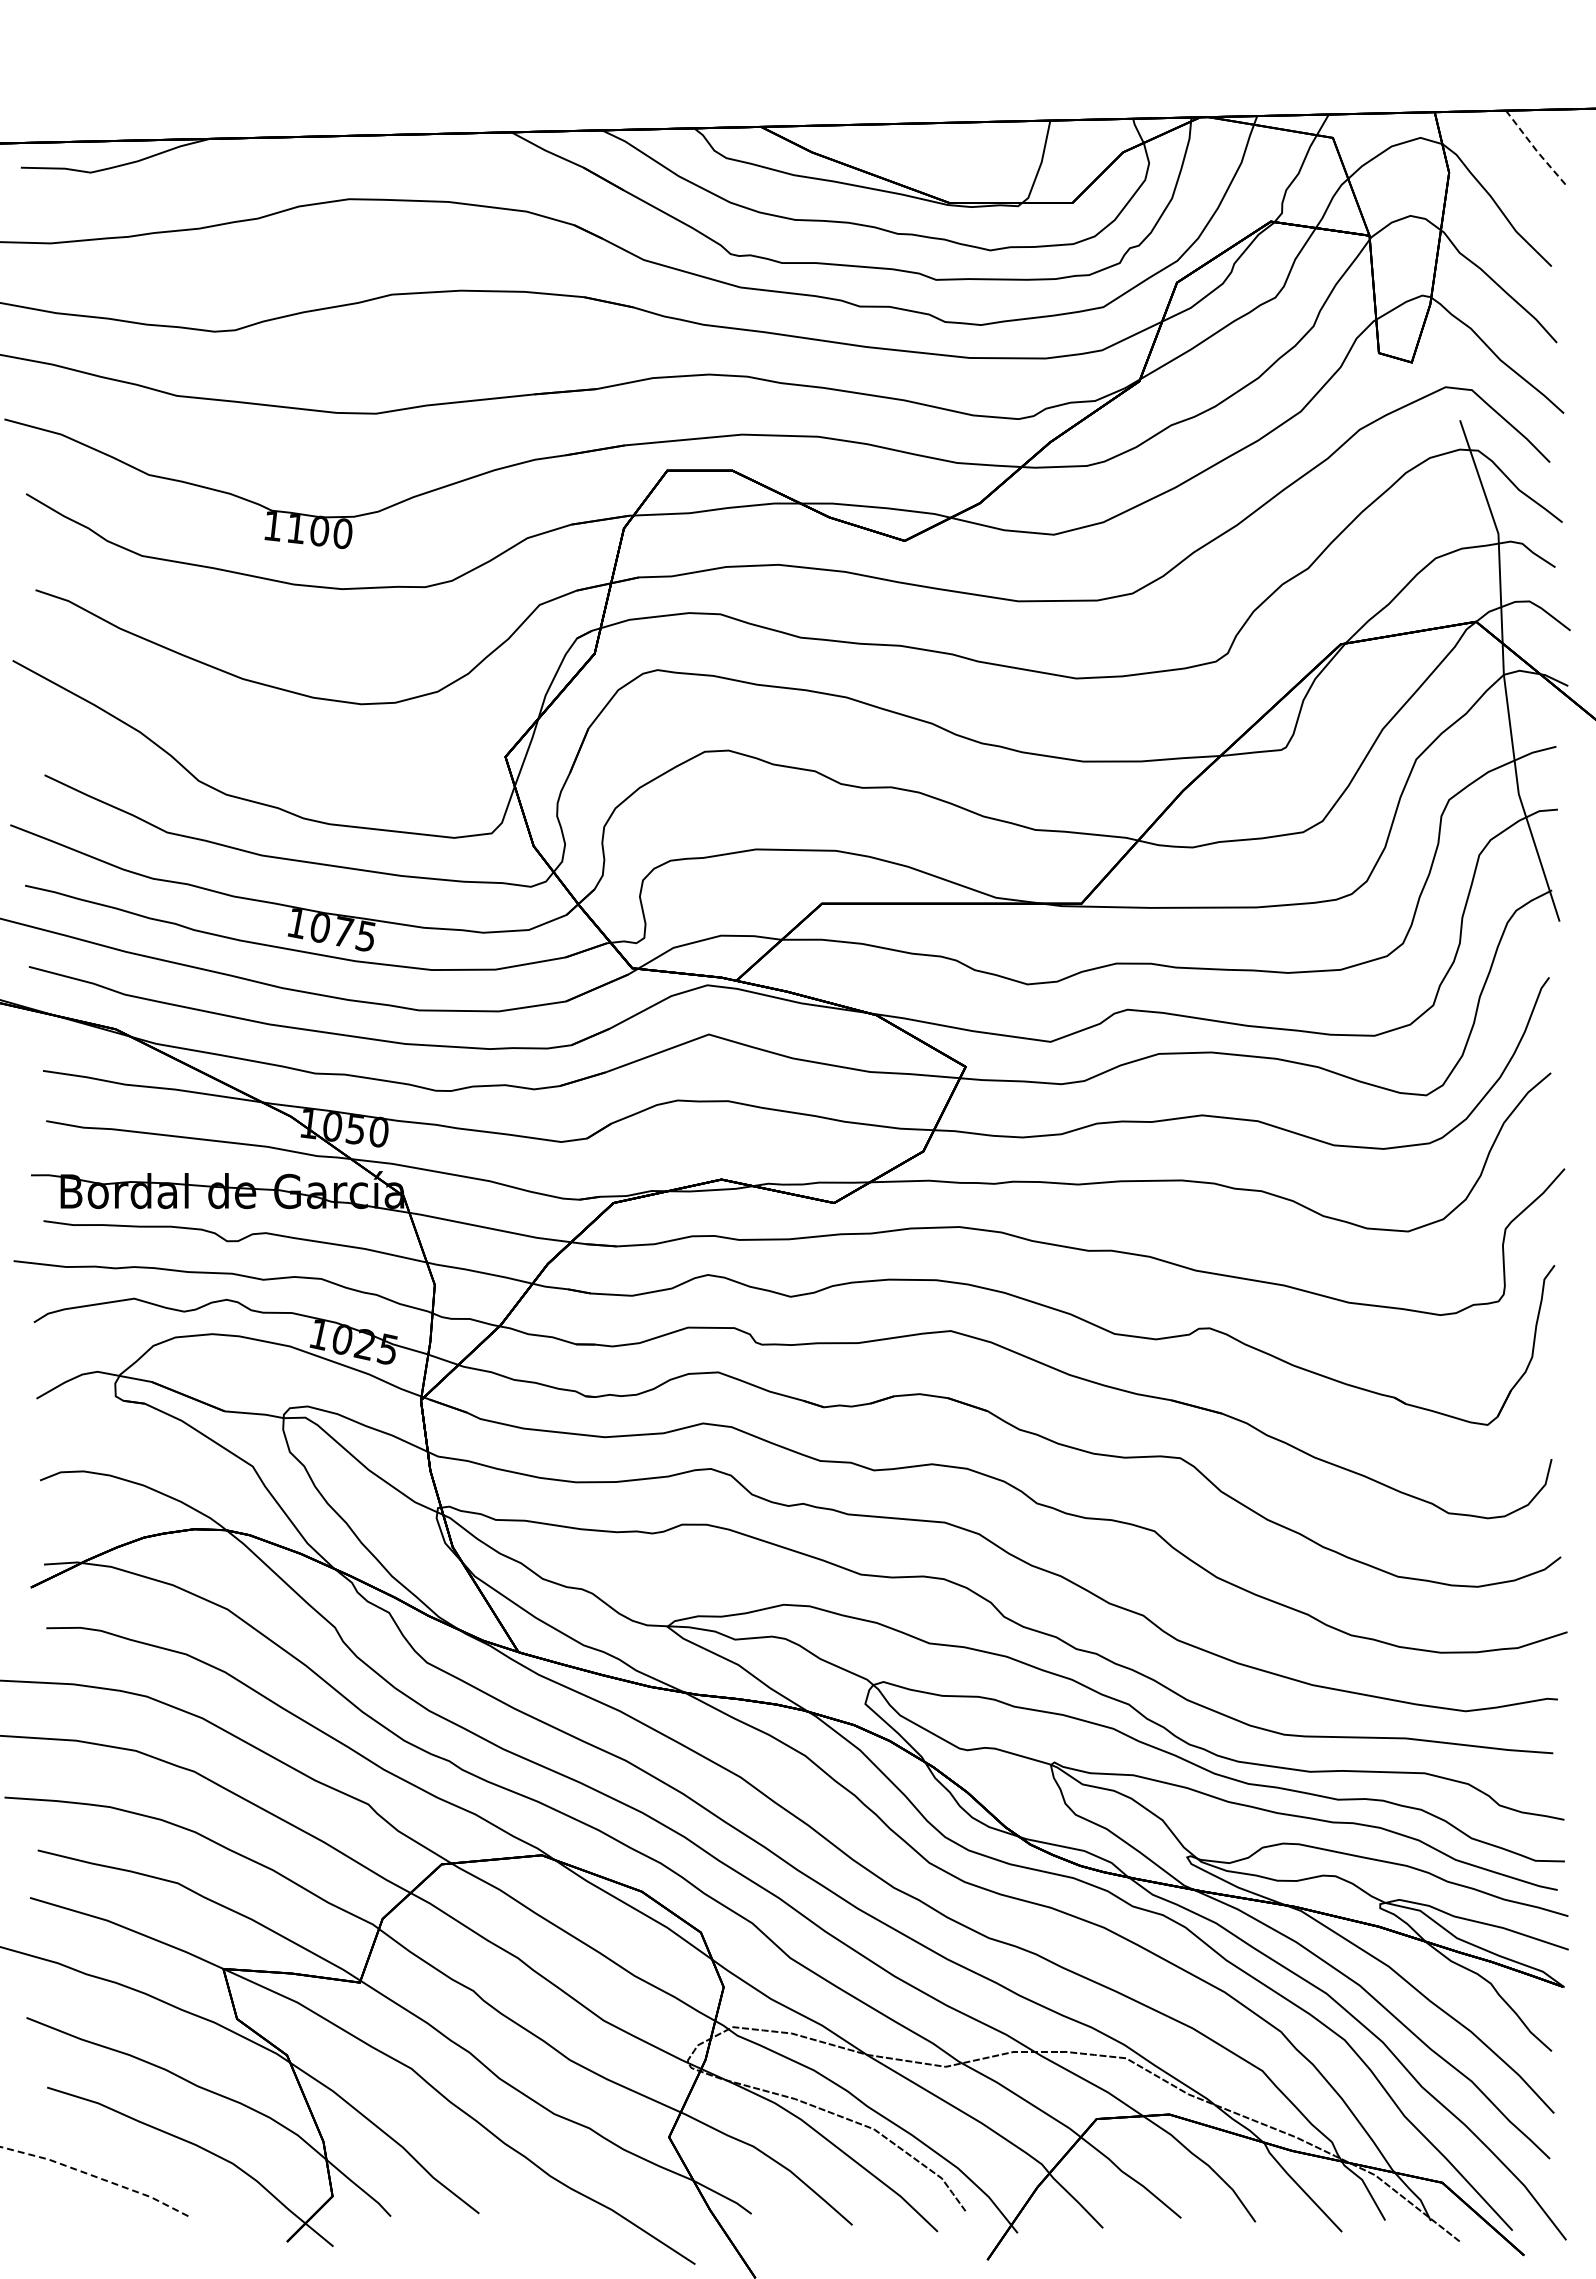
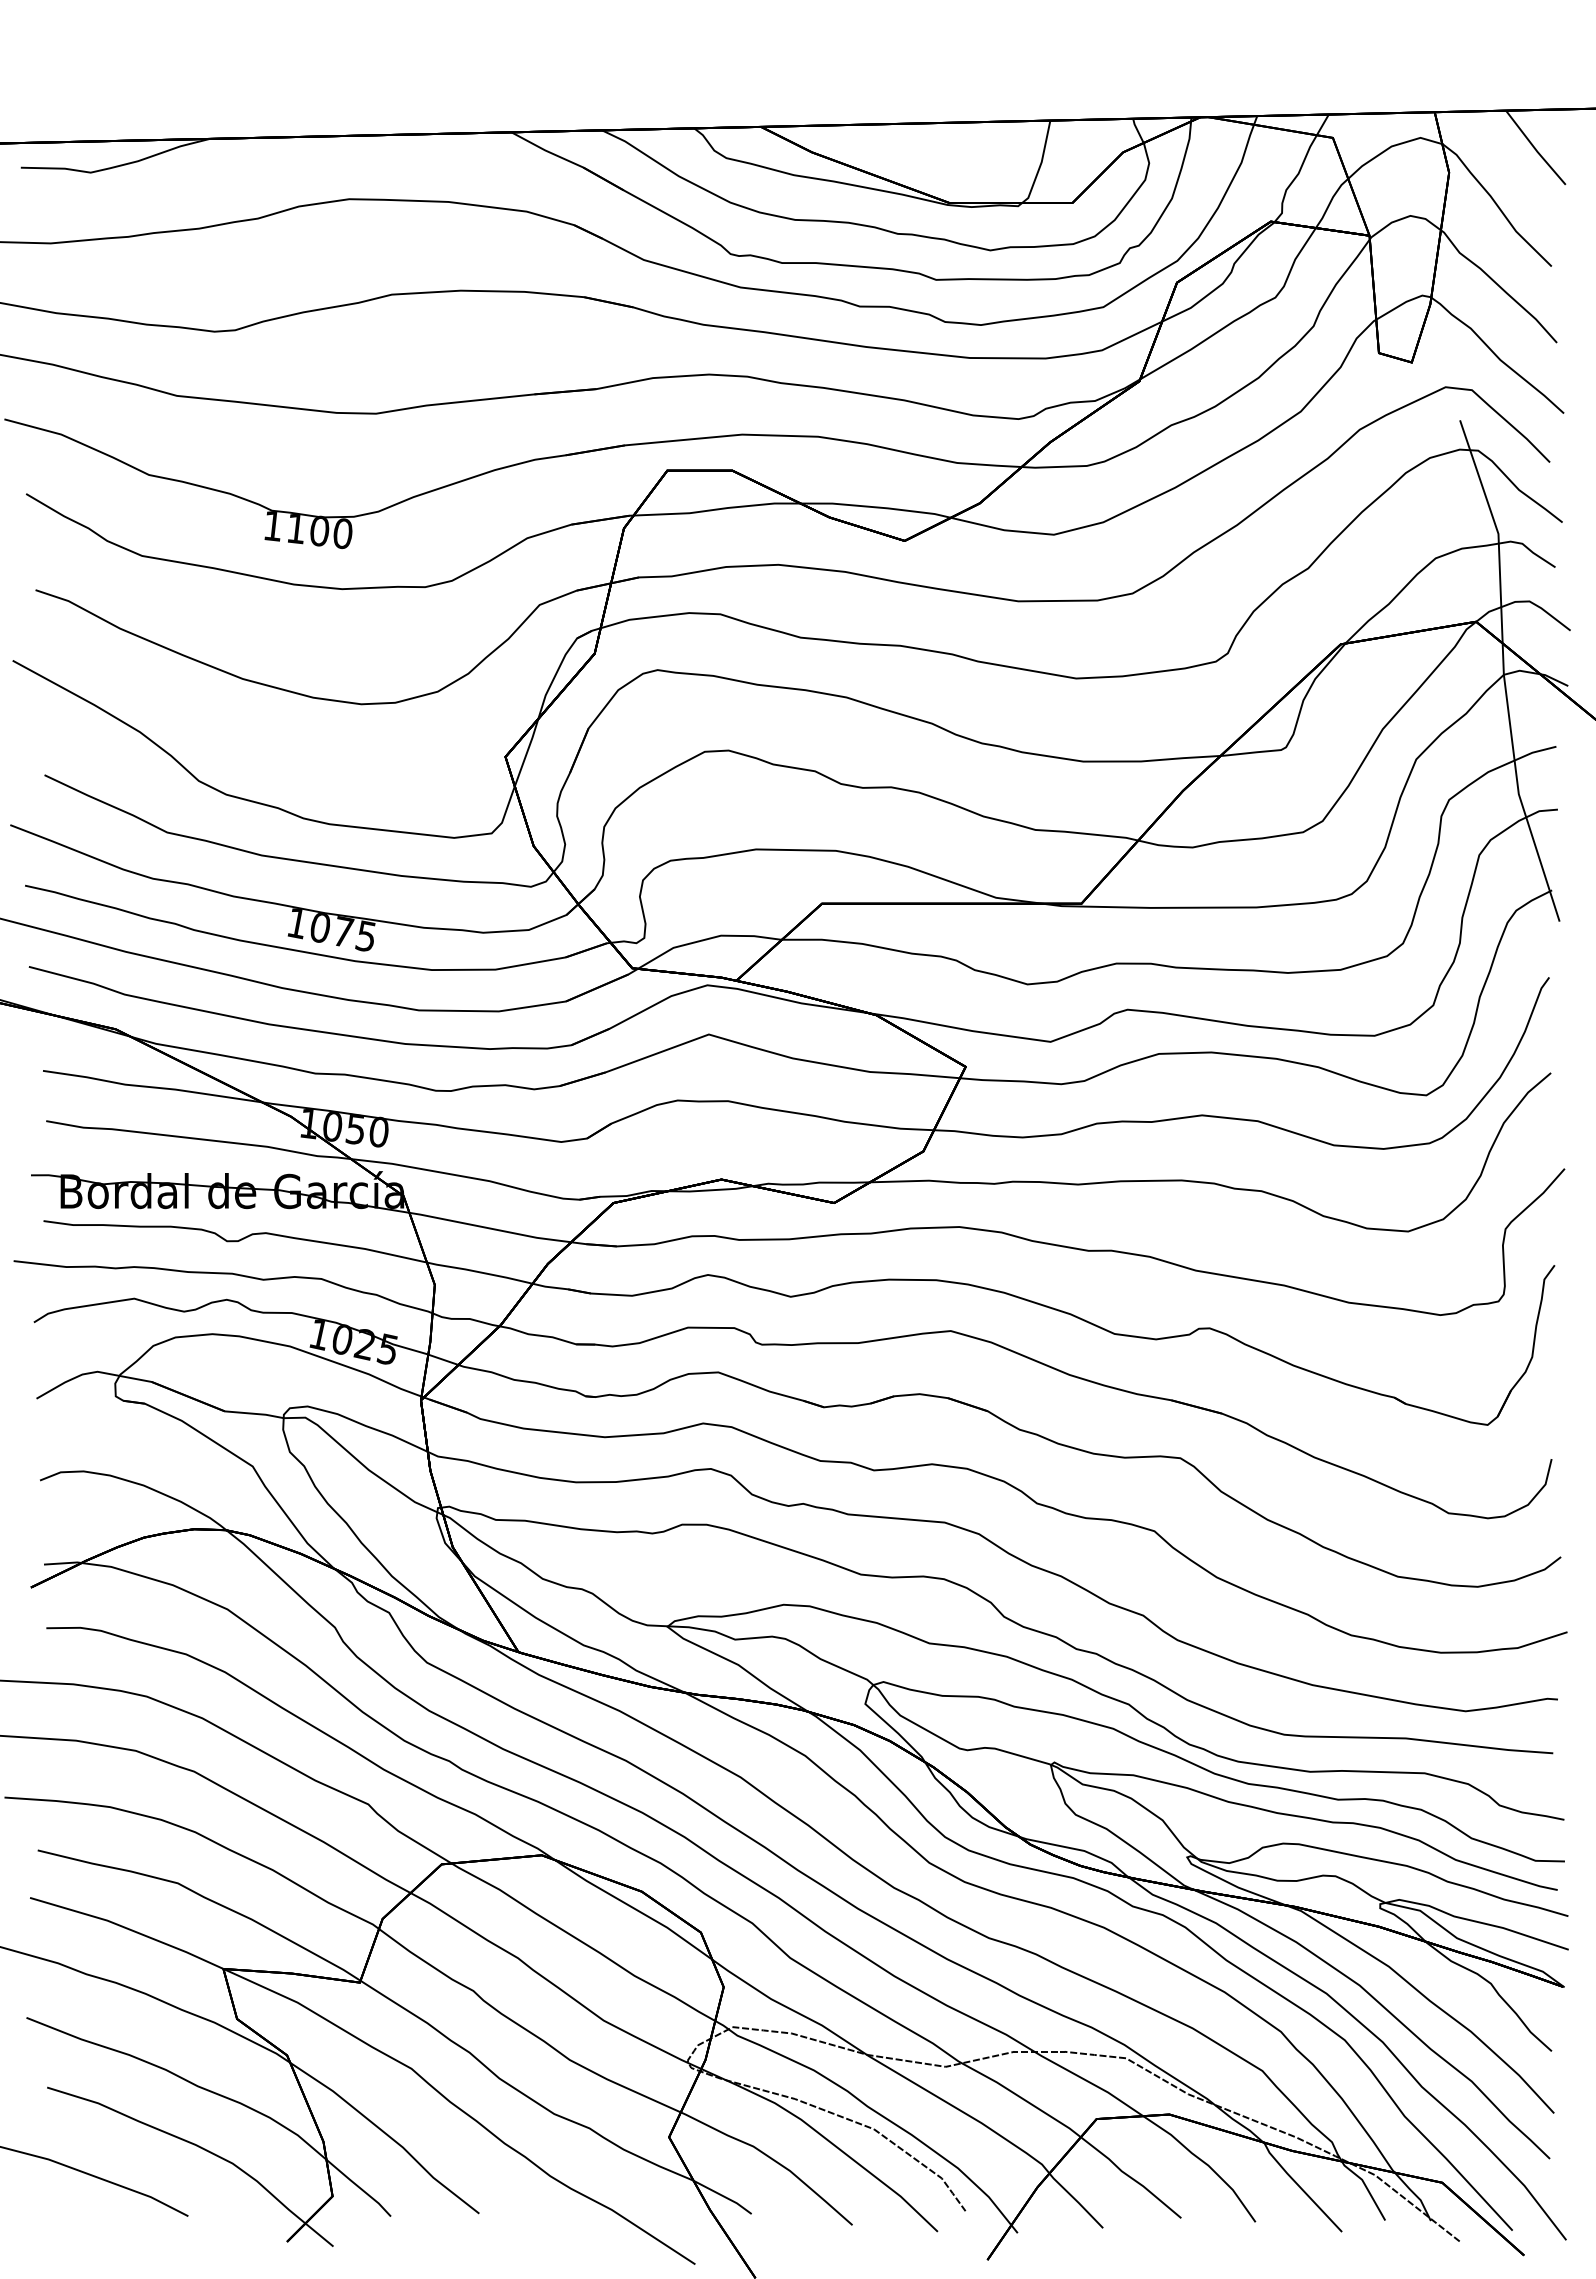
line at (1535, 149): dashed -> solid
line at (96, 2177): dashed -> solid
